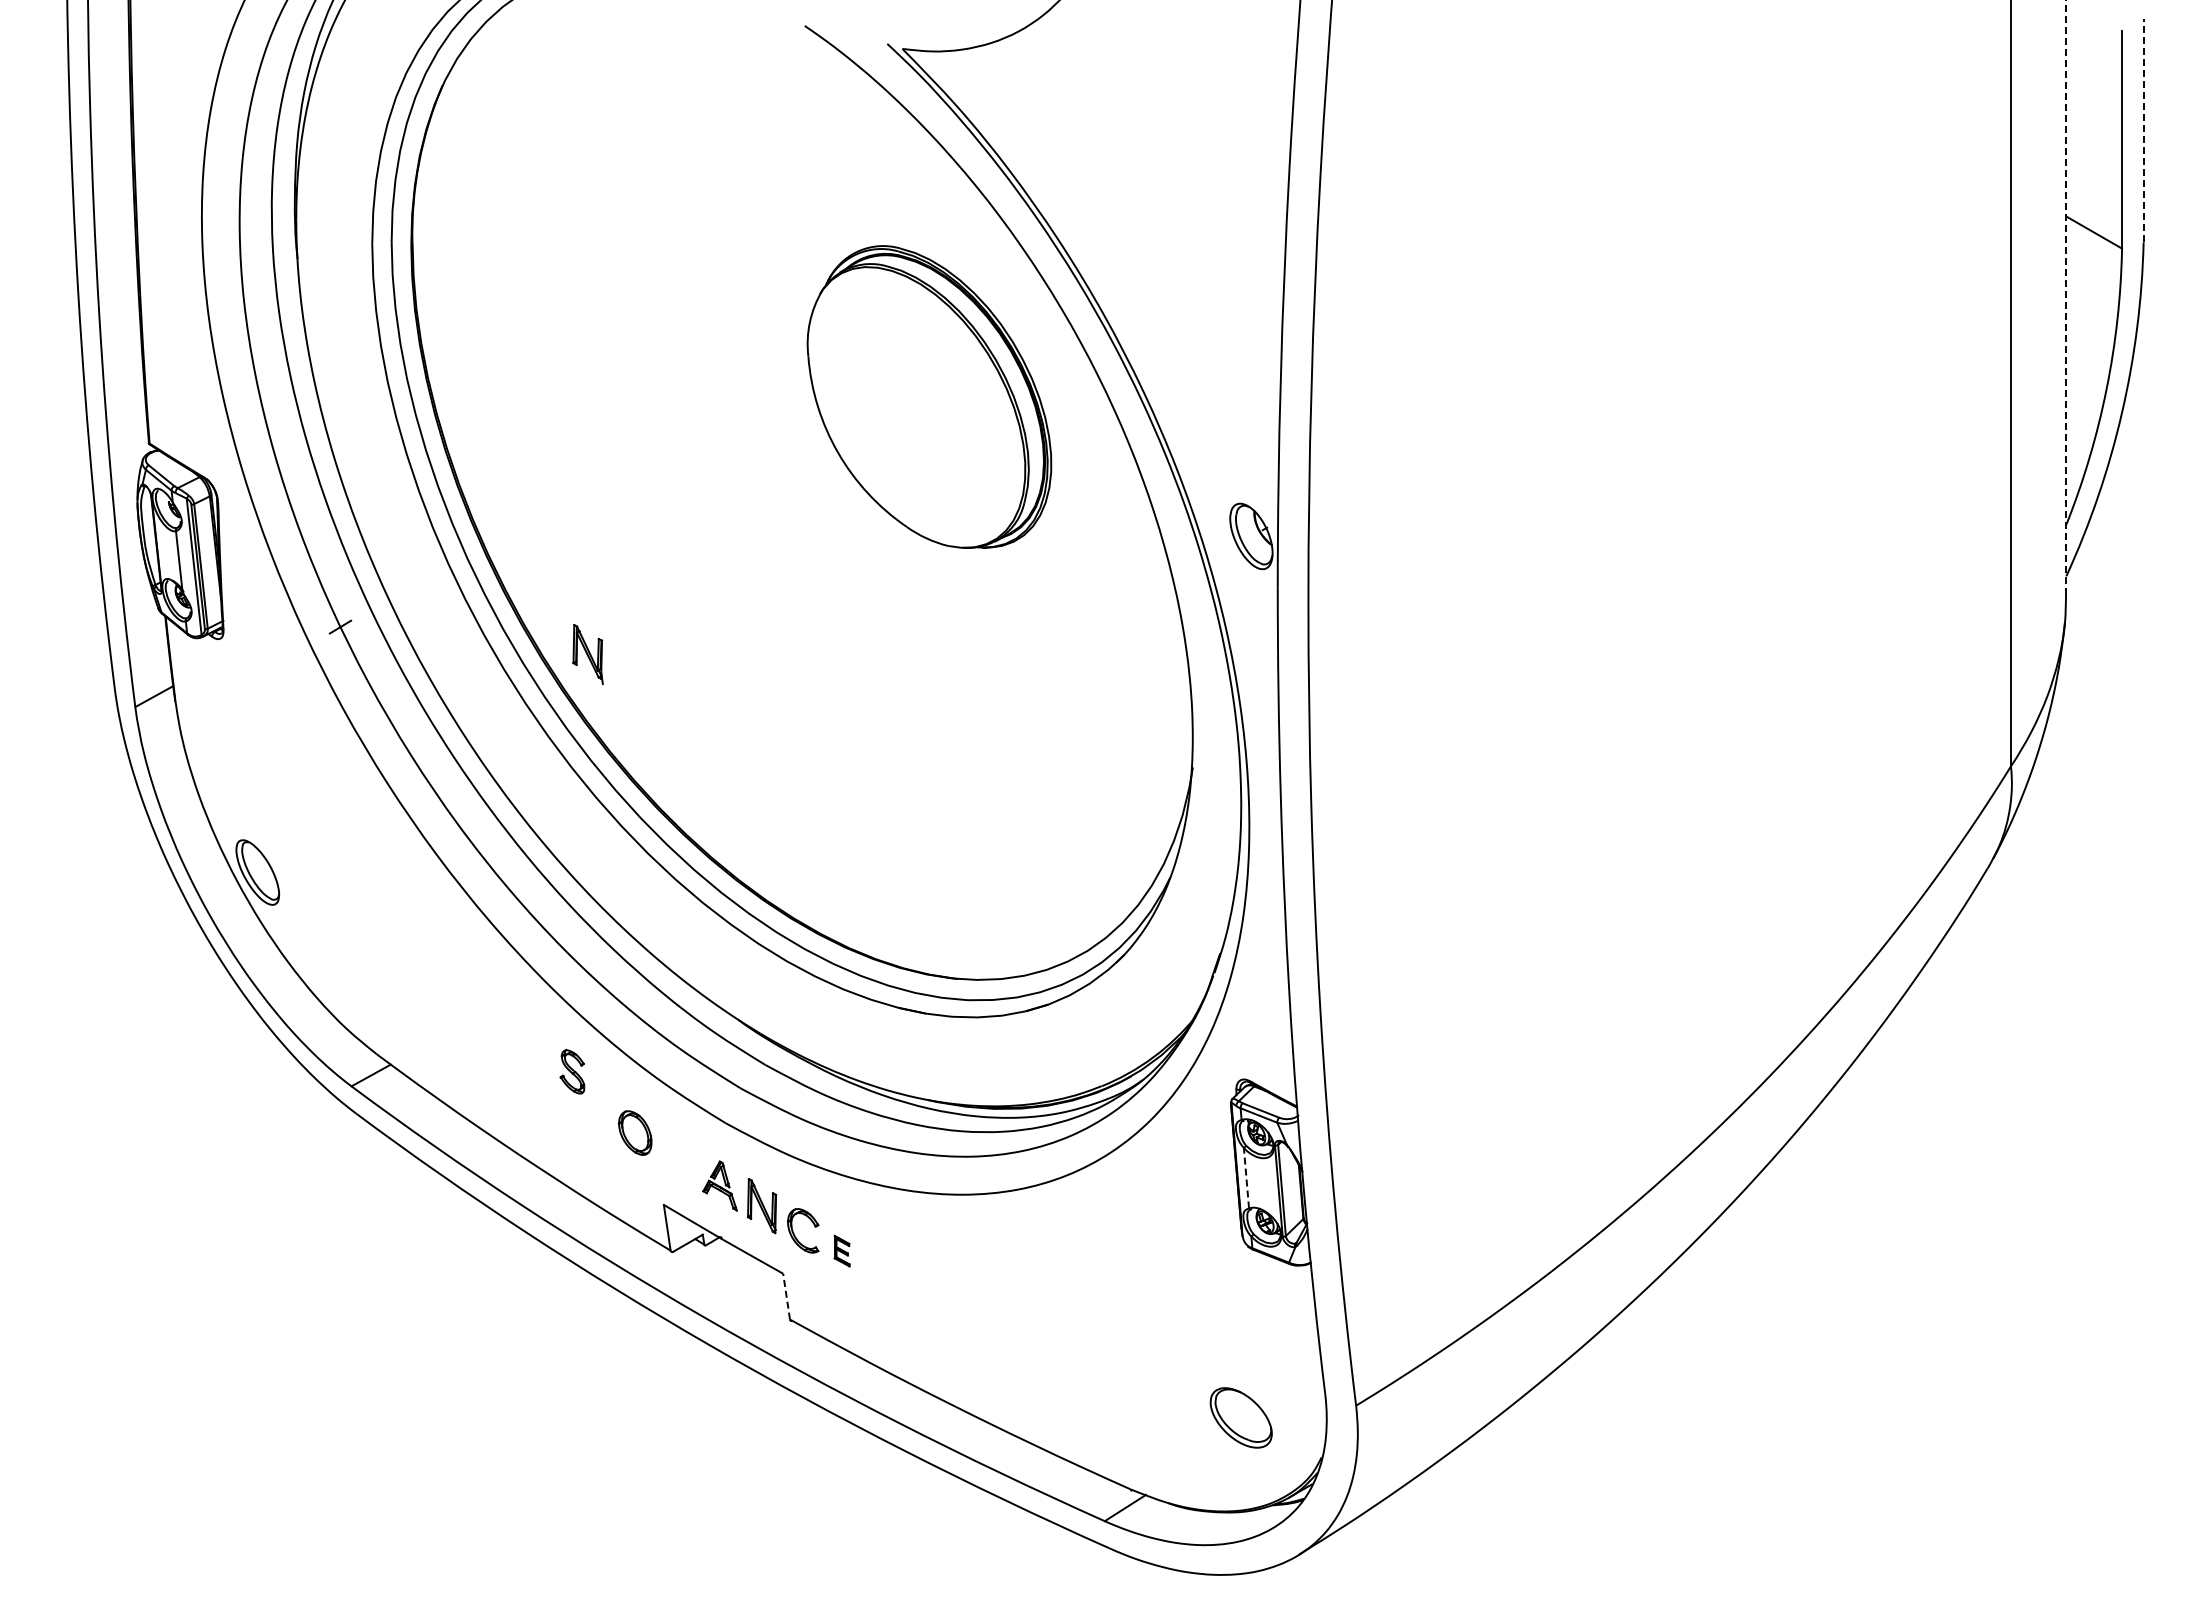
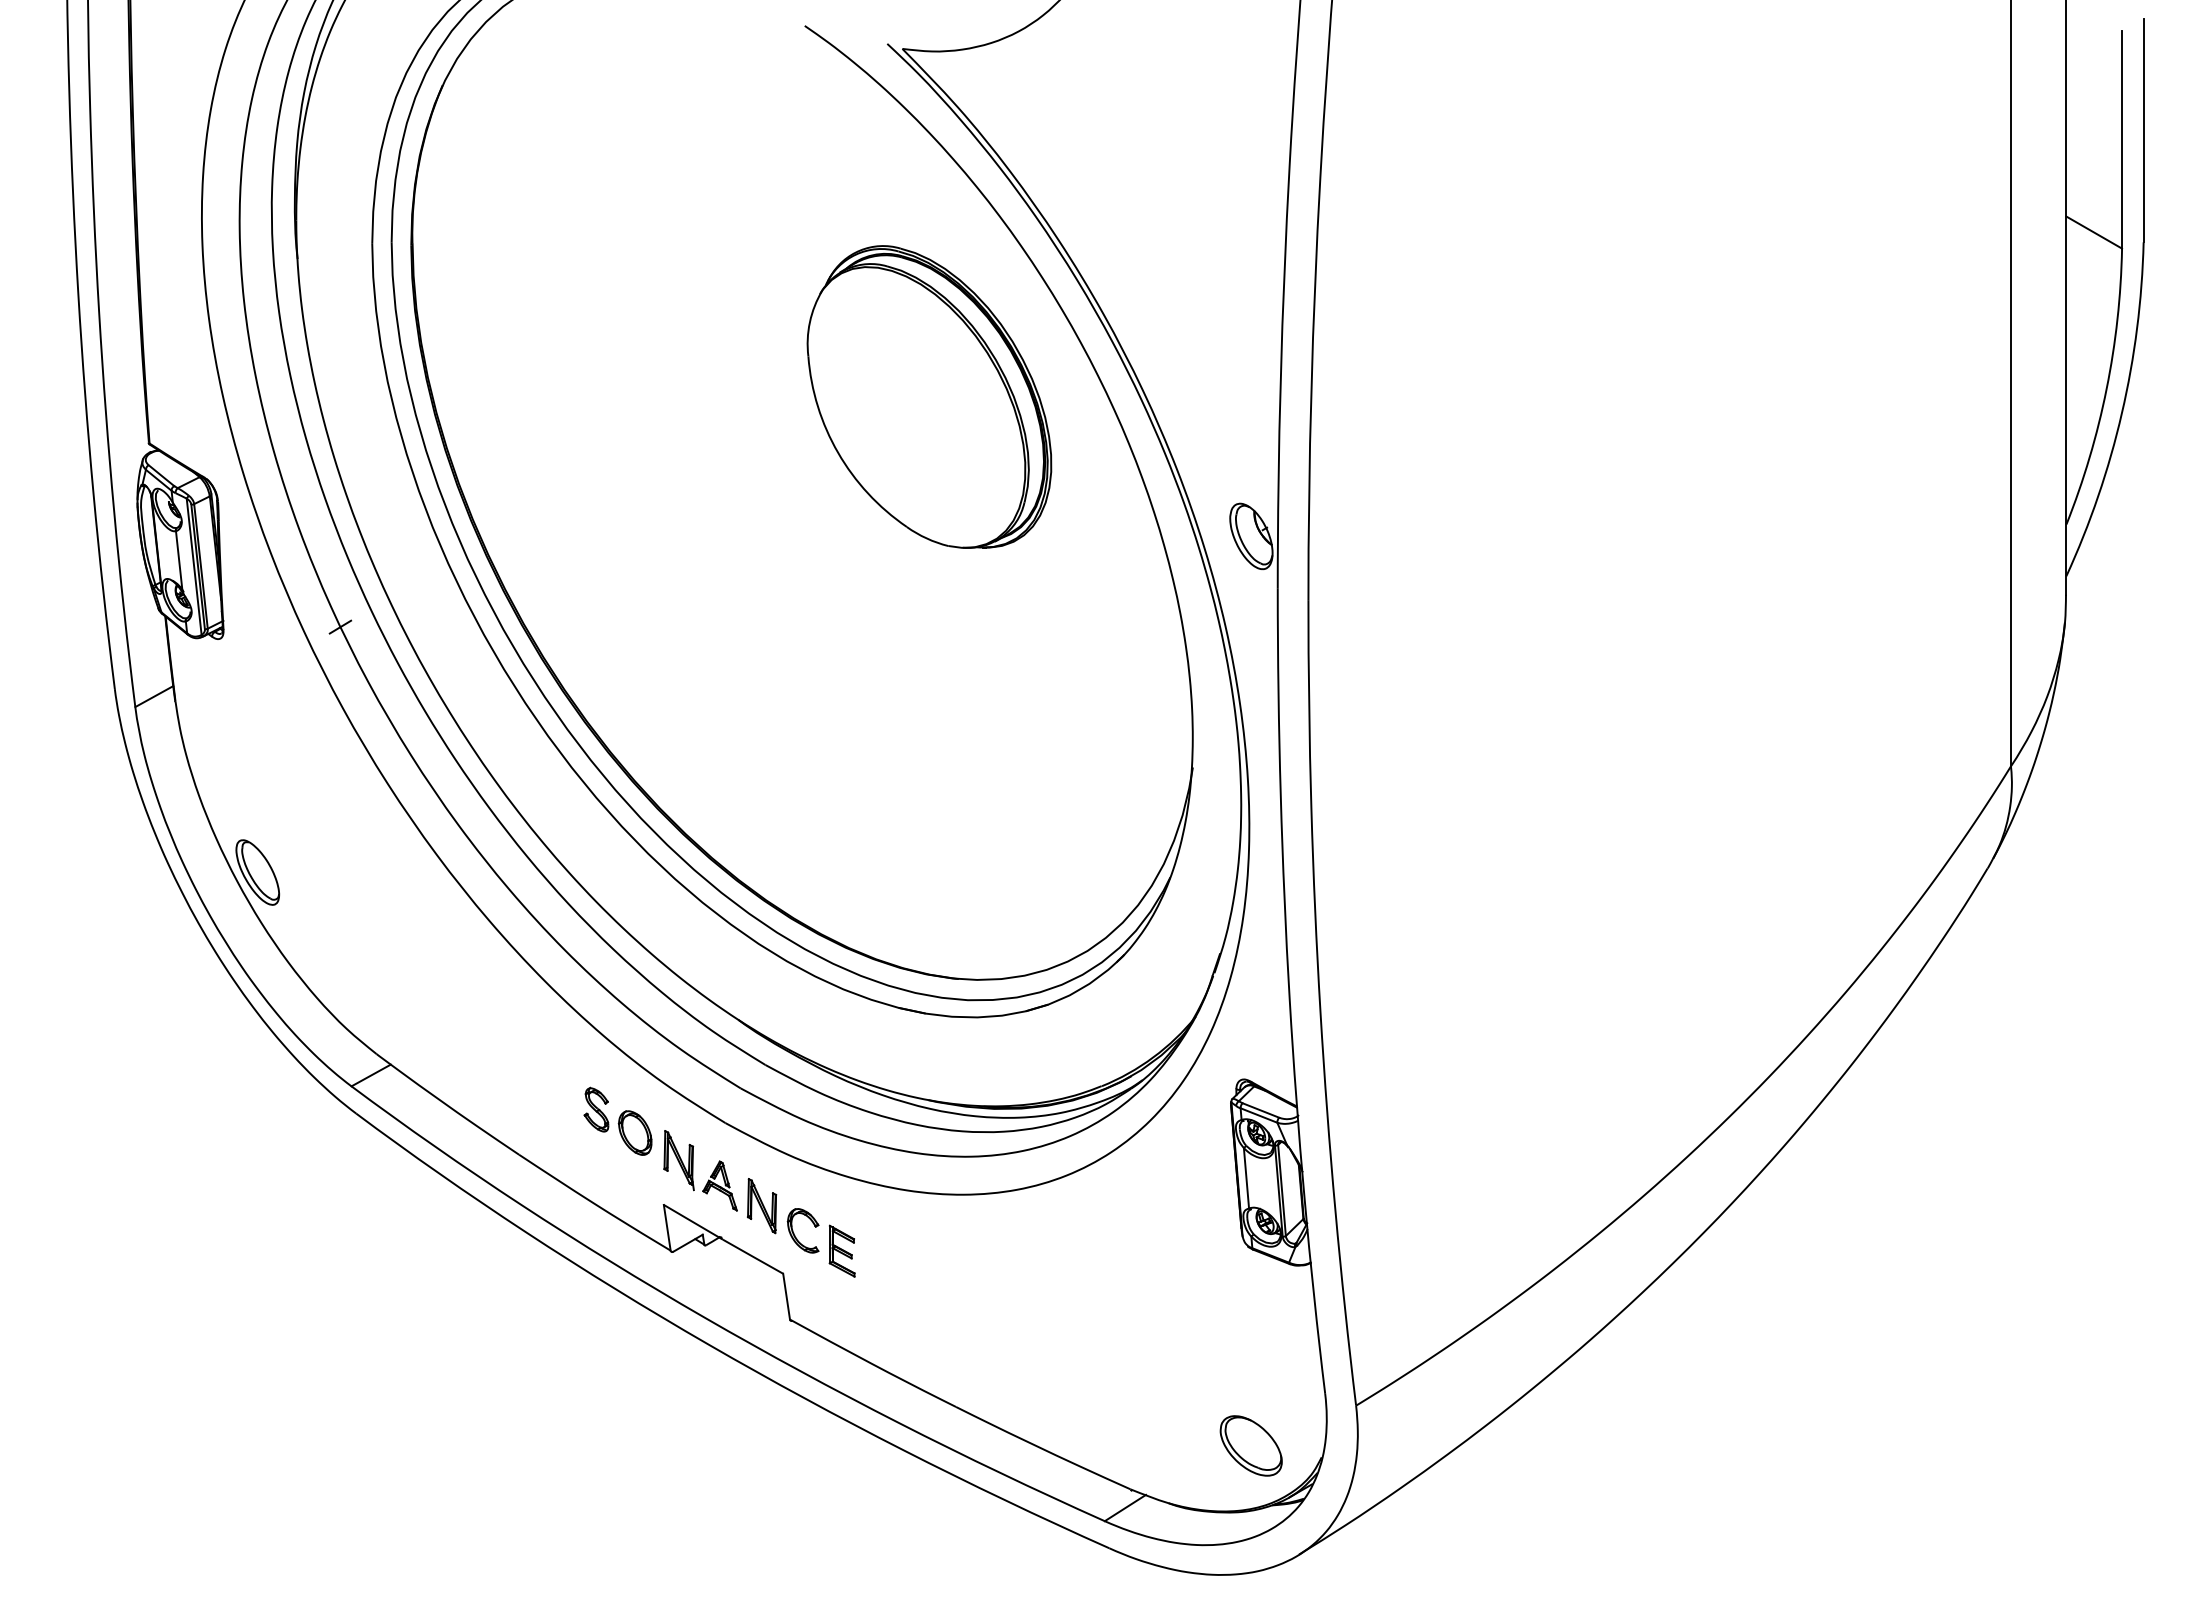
line at (2143, 130): dashed -> solid
line at (2066, 297): dashed -> solid
part at (587, 654) position: (587, 654) -> (678, 1160)
part at (572, 1071) position: (572, 1071) -> (596, 1109)
line at (1246, 1177): dashed -> solid
part at (841, 1250) size: 18x34 px -> 28x54 px
line at (786, 1296): dashed -> solid
part at (1240, 1417) position: (1240, 1417) -> (1250, 1445)
